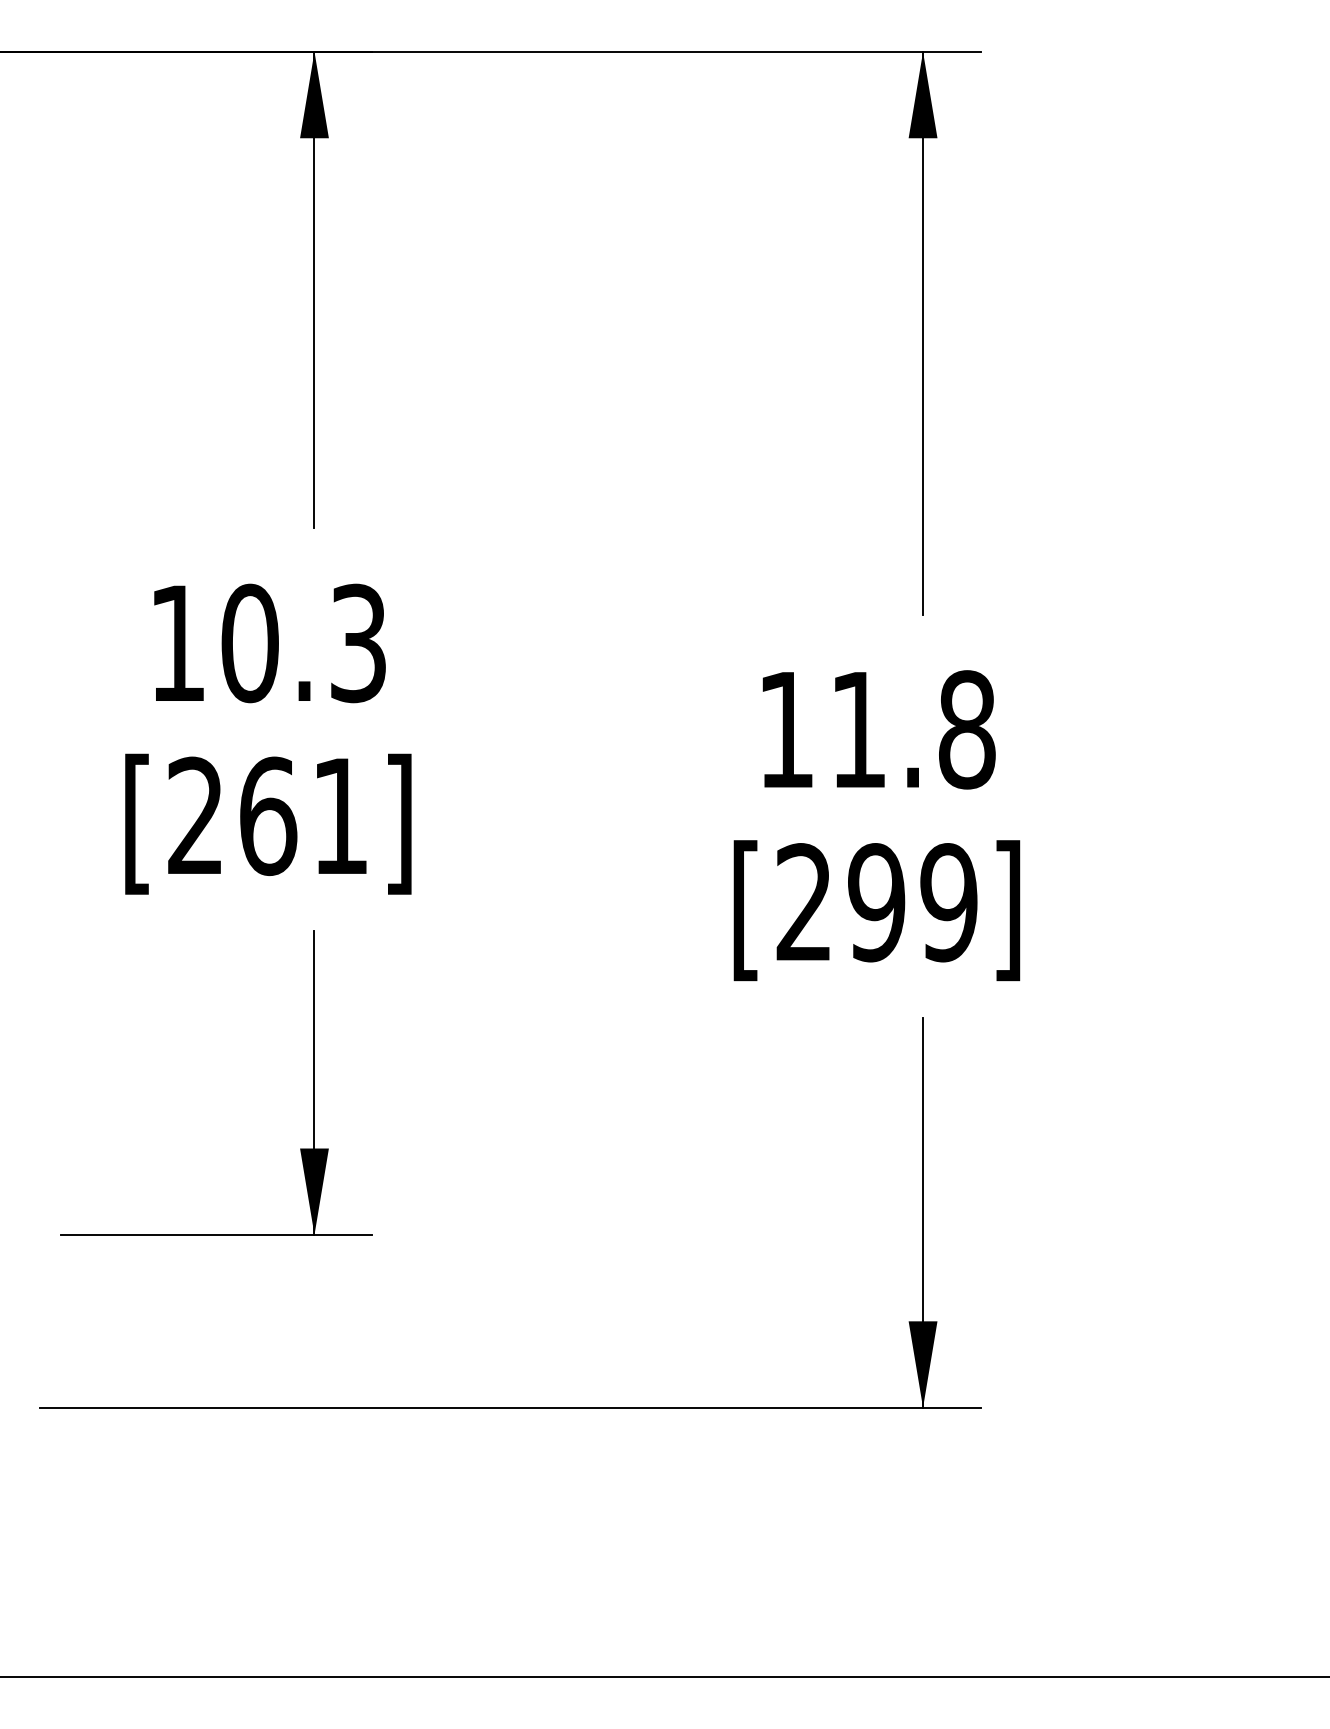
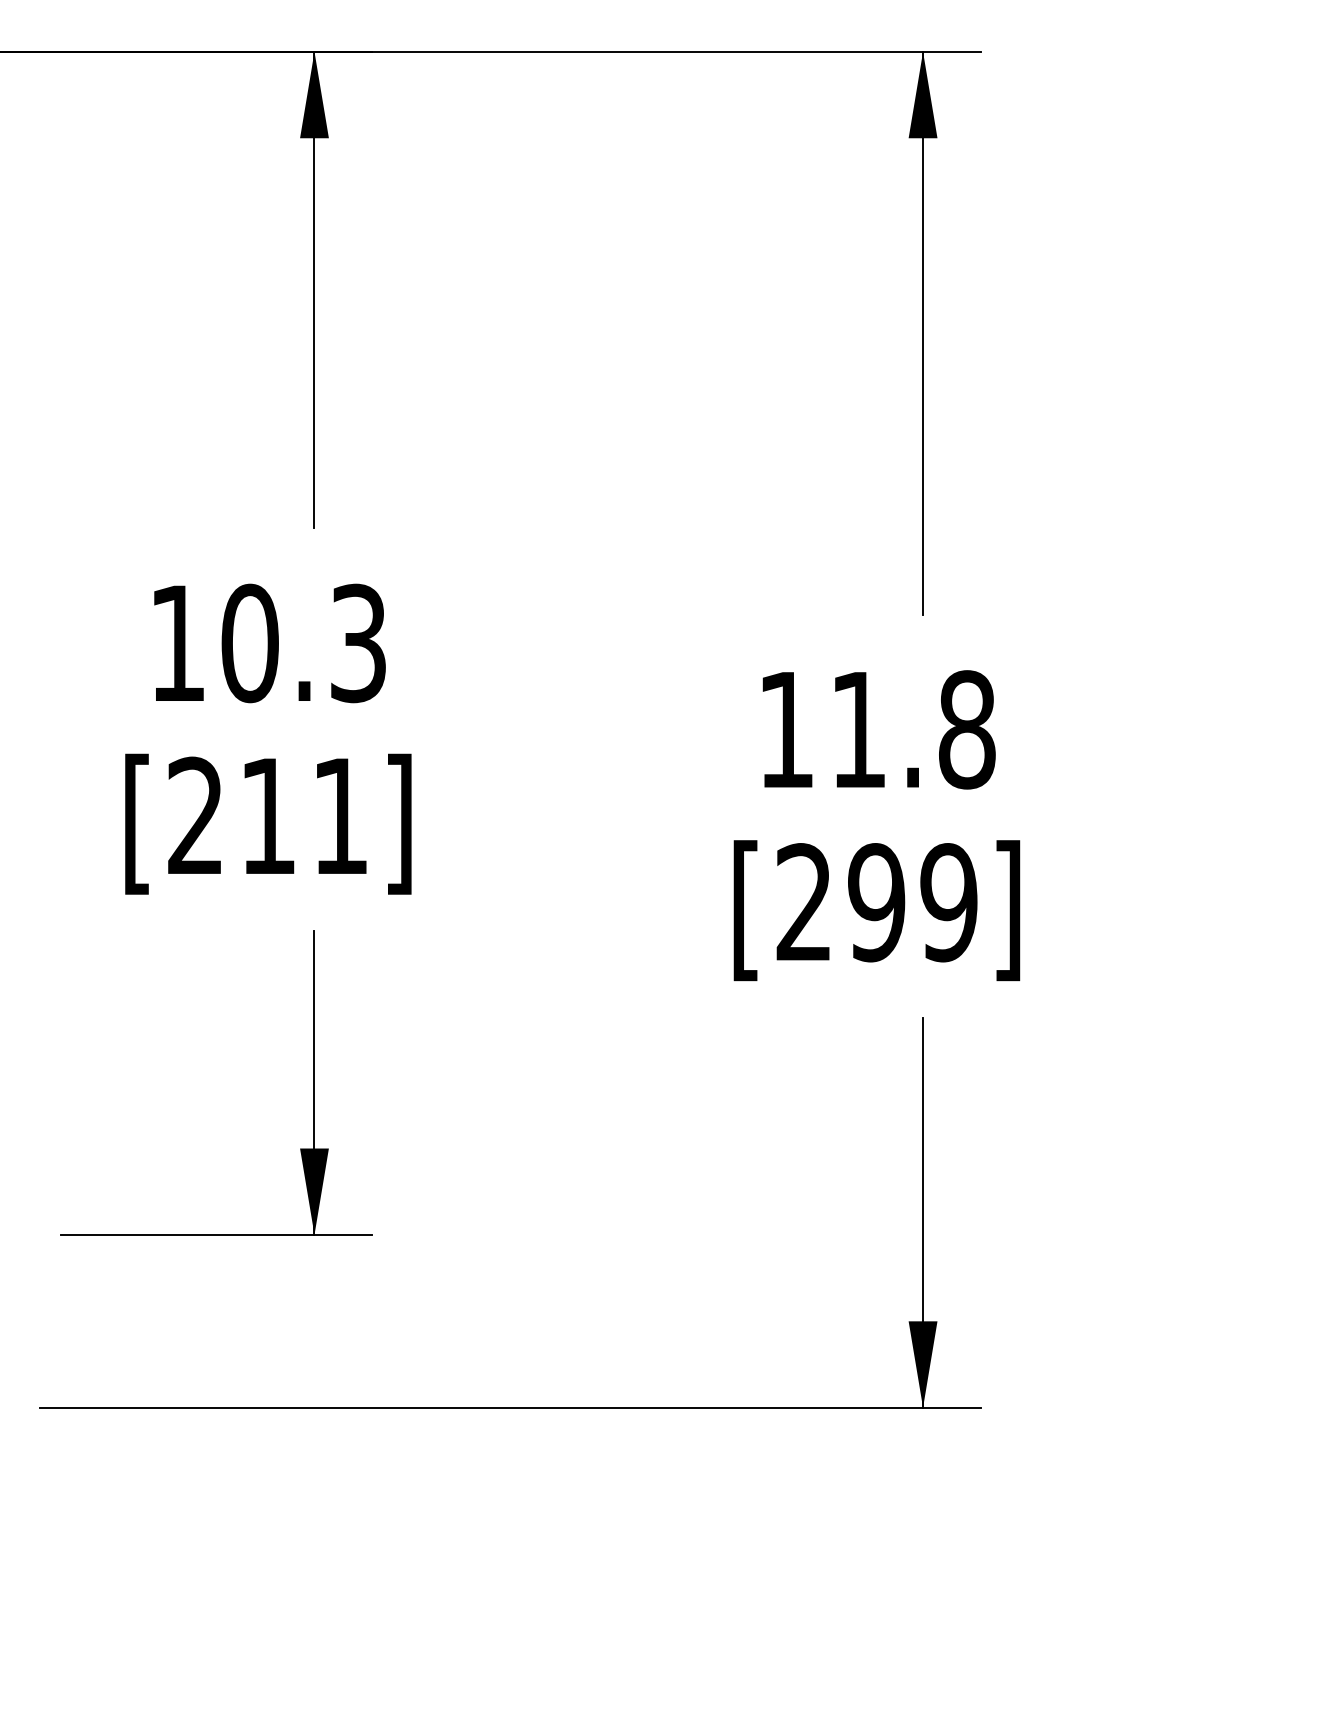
text at (268, 816): [261] -> [211]
line at (664, 1677): present -> none
